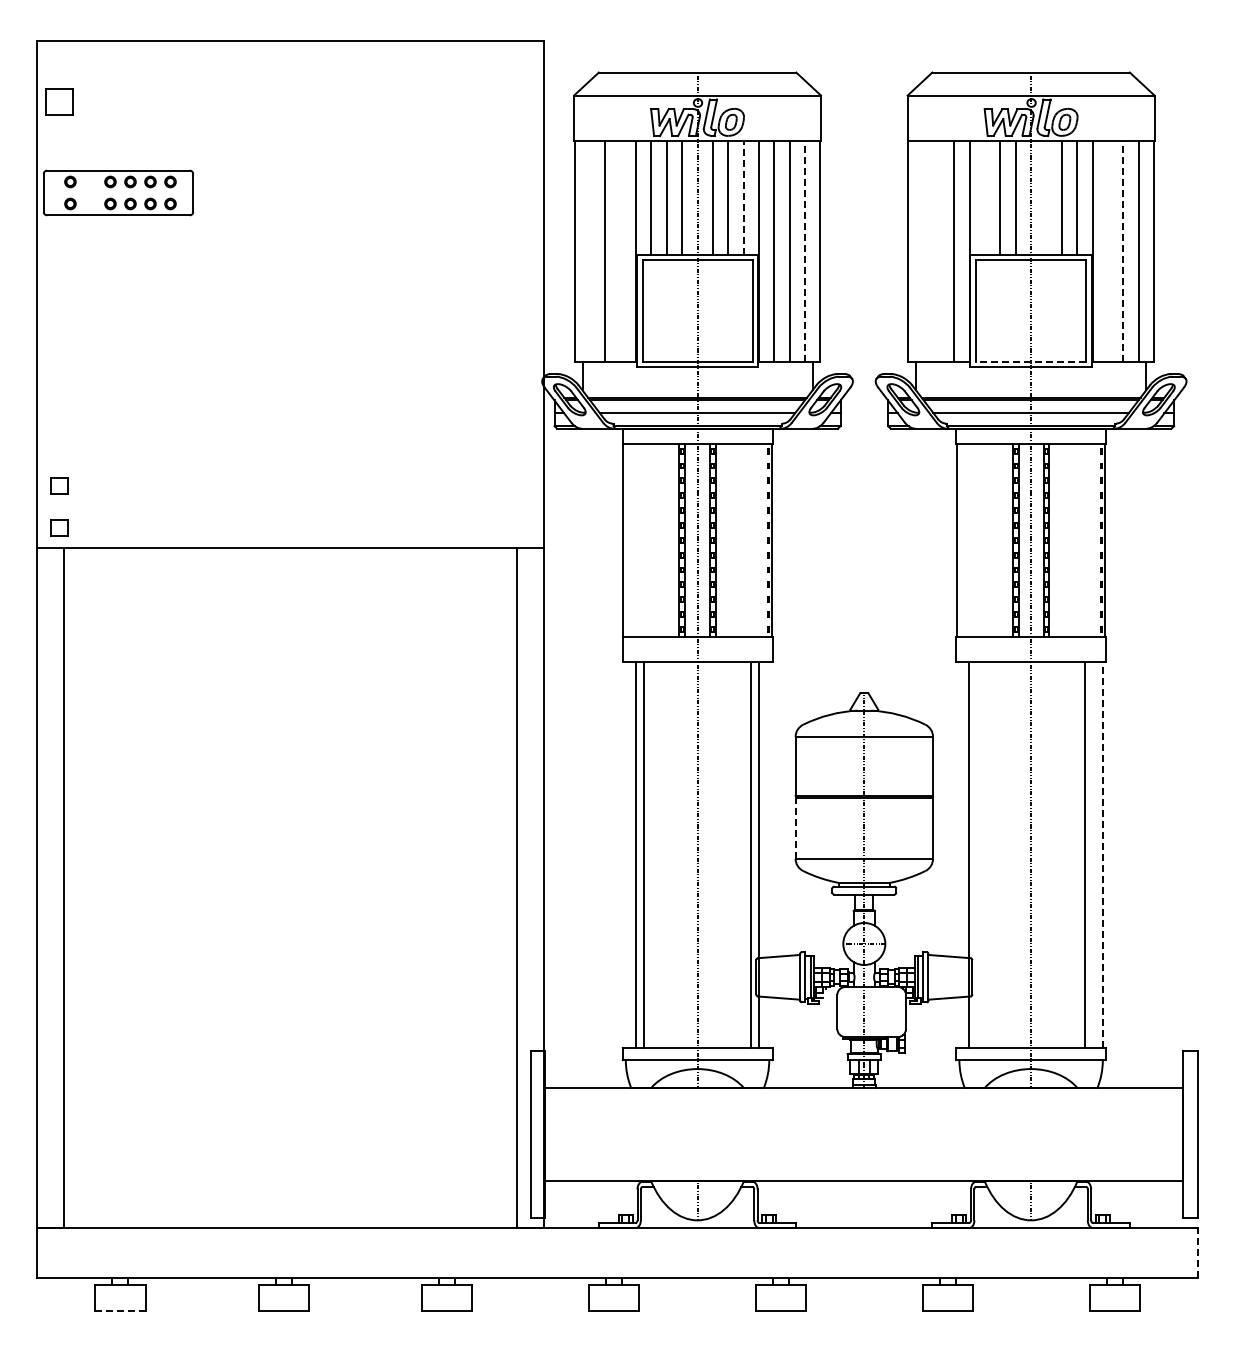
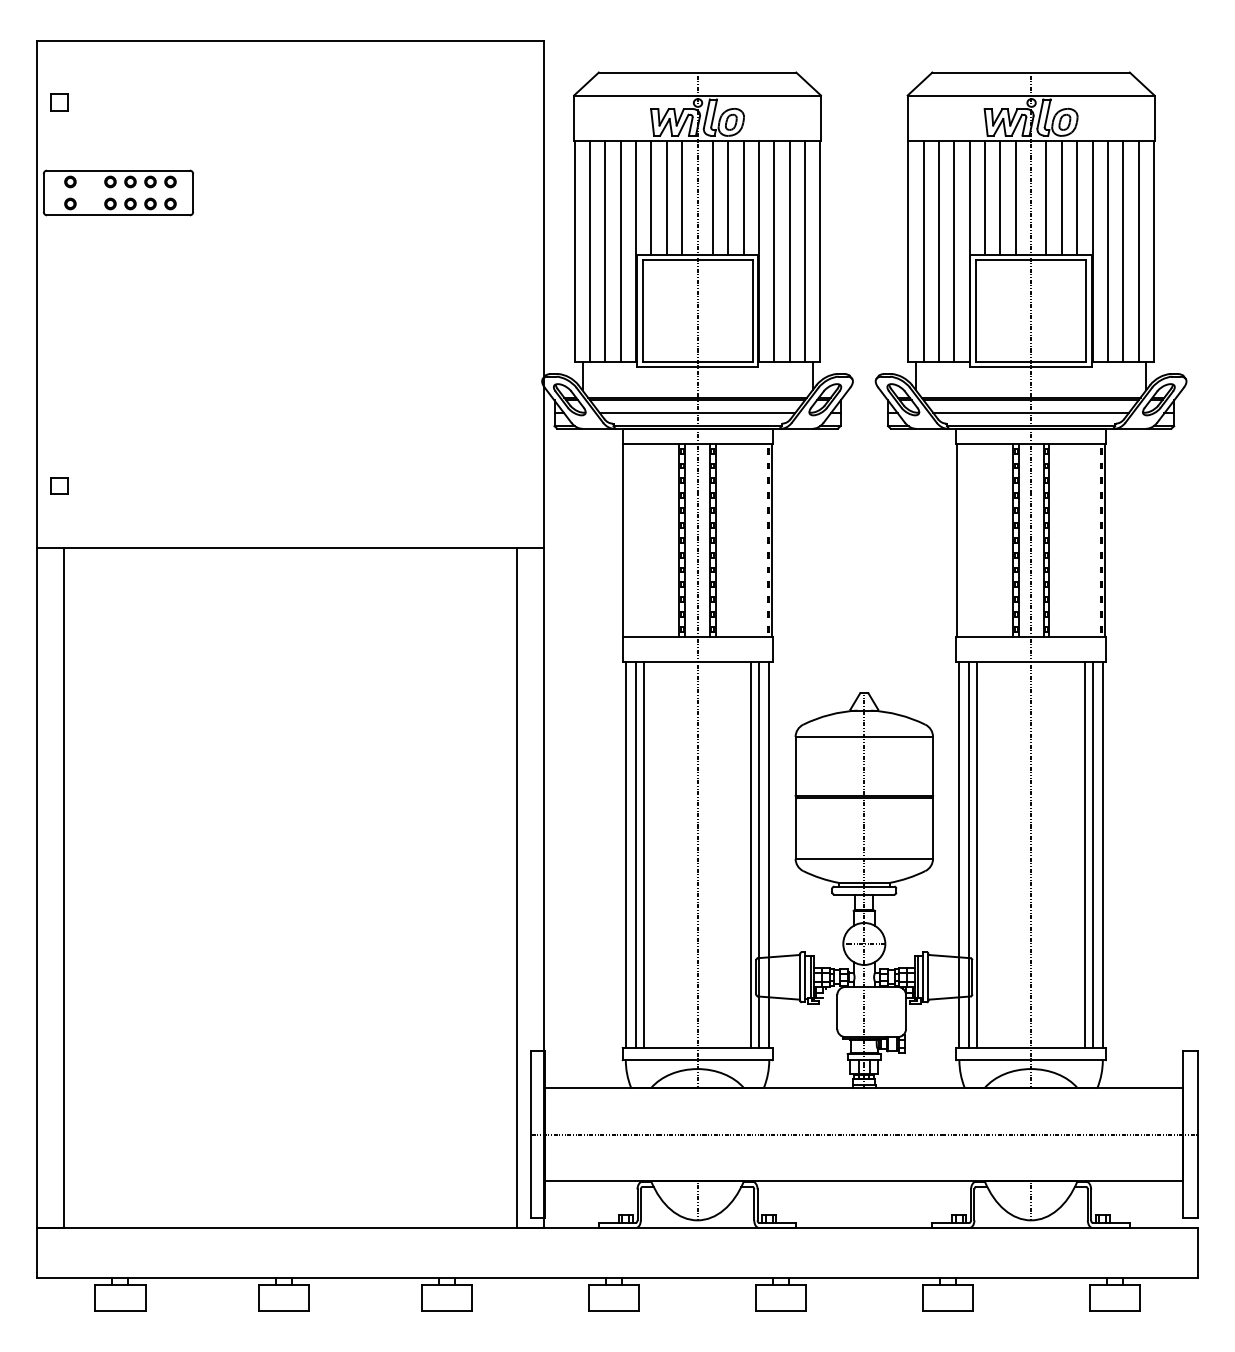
part at (59, 101) size: 29x28 px -> 19x19 px
line at (743, 197): dashed -> solid
line at (985, 197): none -> present
line at (1046, 197): none -> present
line at (590, 251): none -> present
line at (620, 251): none -> present
line at (805, 251): dashed -> solid
line at (923, 251): none -> present
line at (938, 251): none -> present
line at (1107, 251): none -> present
line at (1123, 251): dashed -> solid
line at (1030, 362): dashed -> solid
part at (59, 527): present -> none
line at (795, 827): dashed -> solid
line at (625, 854): none -> present
line at (769, 854): none -> present
line at (959, 854): none -> present
line at (977, 854): none -> present
line at (1092, 854): none -> present
line at (1102, 854): dashed -> solid
line at (863, 1134): none -> present
line at (1197, 1252): dashed -> solid
line at (120, 1311): dashed -> solid
